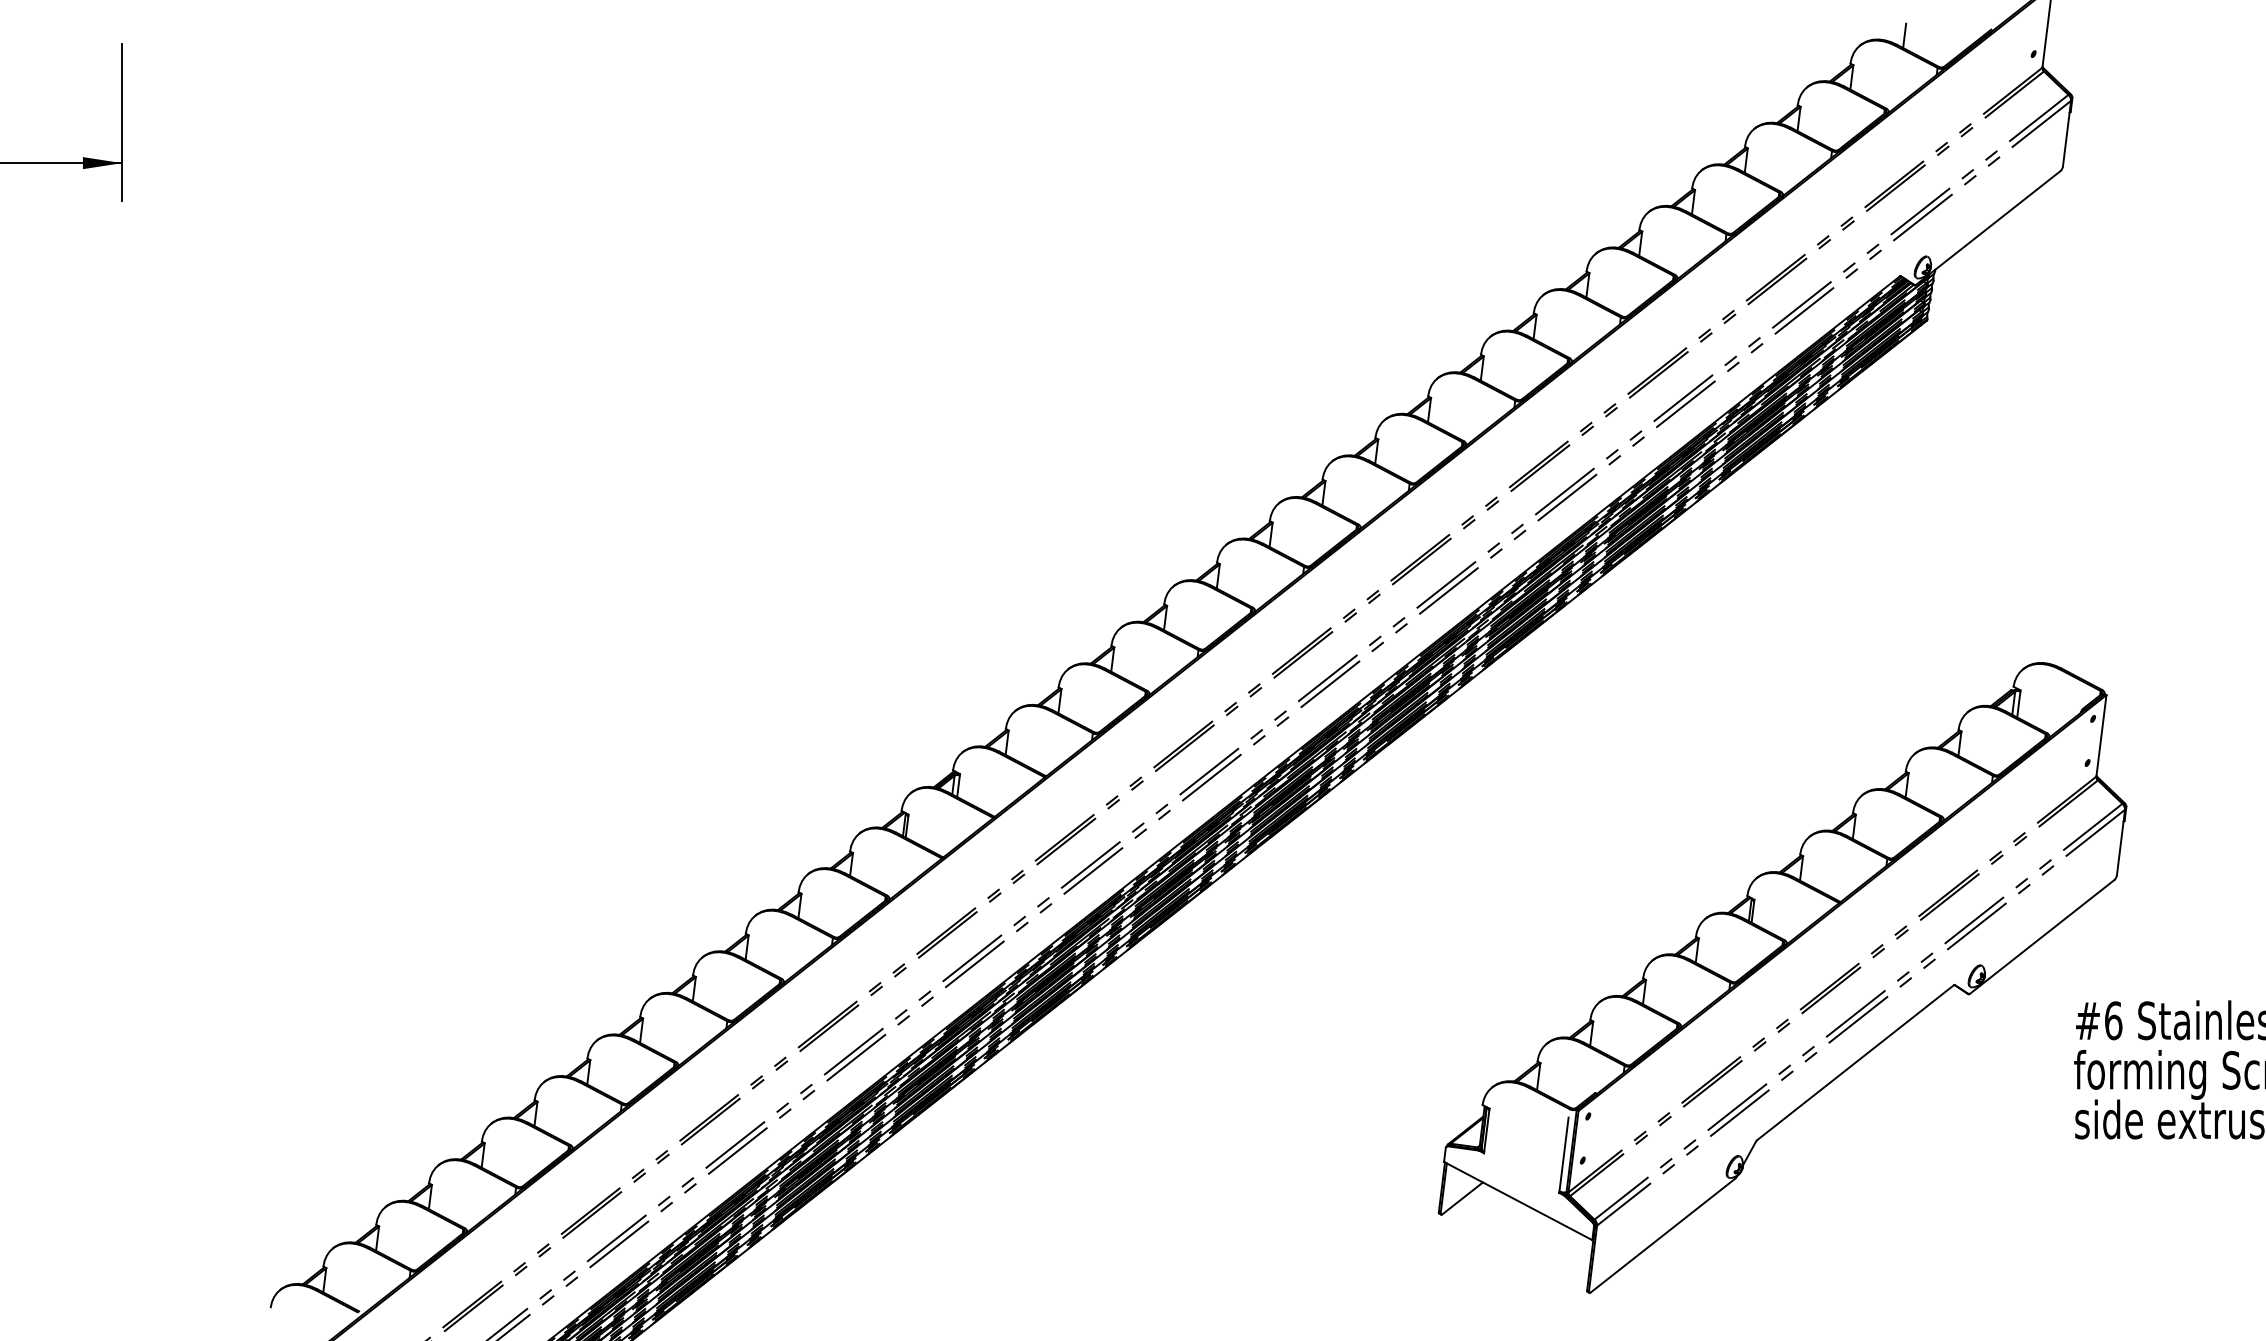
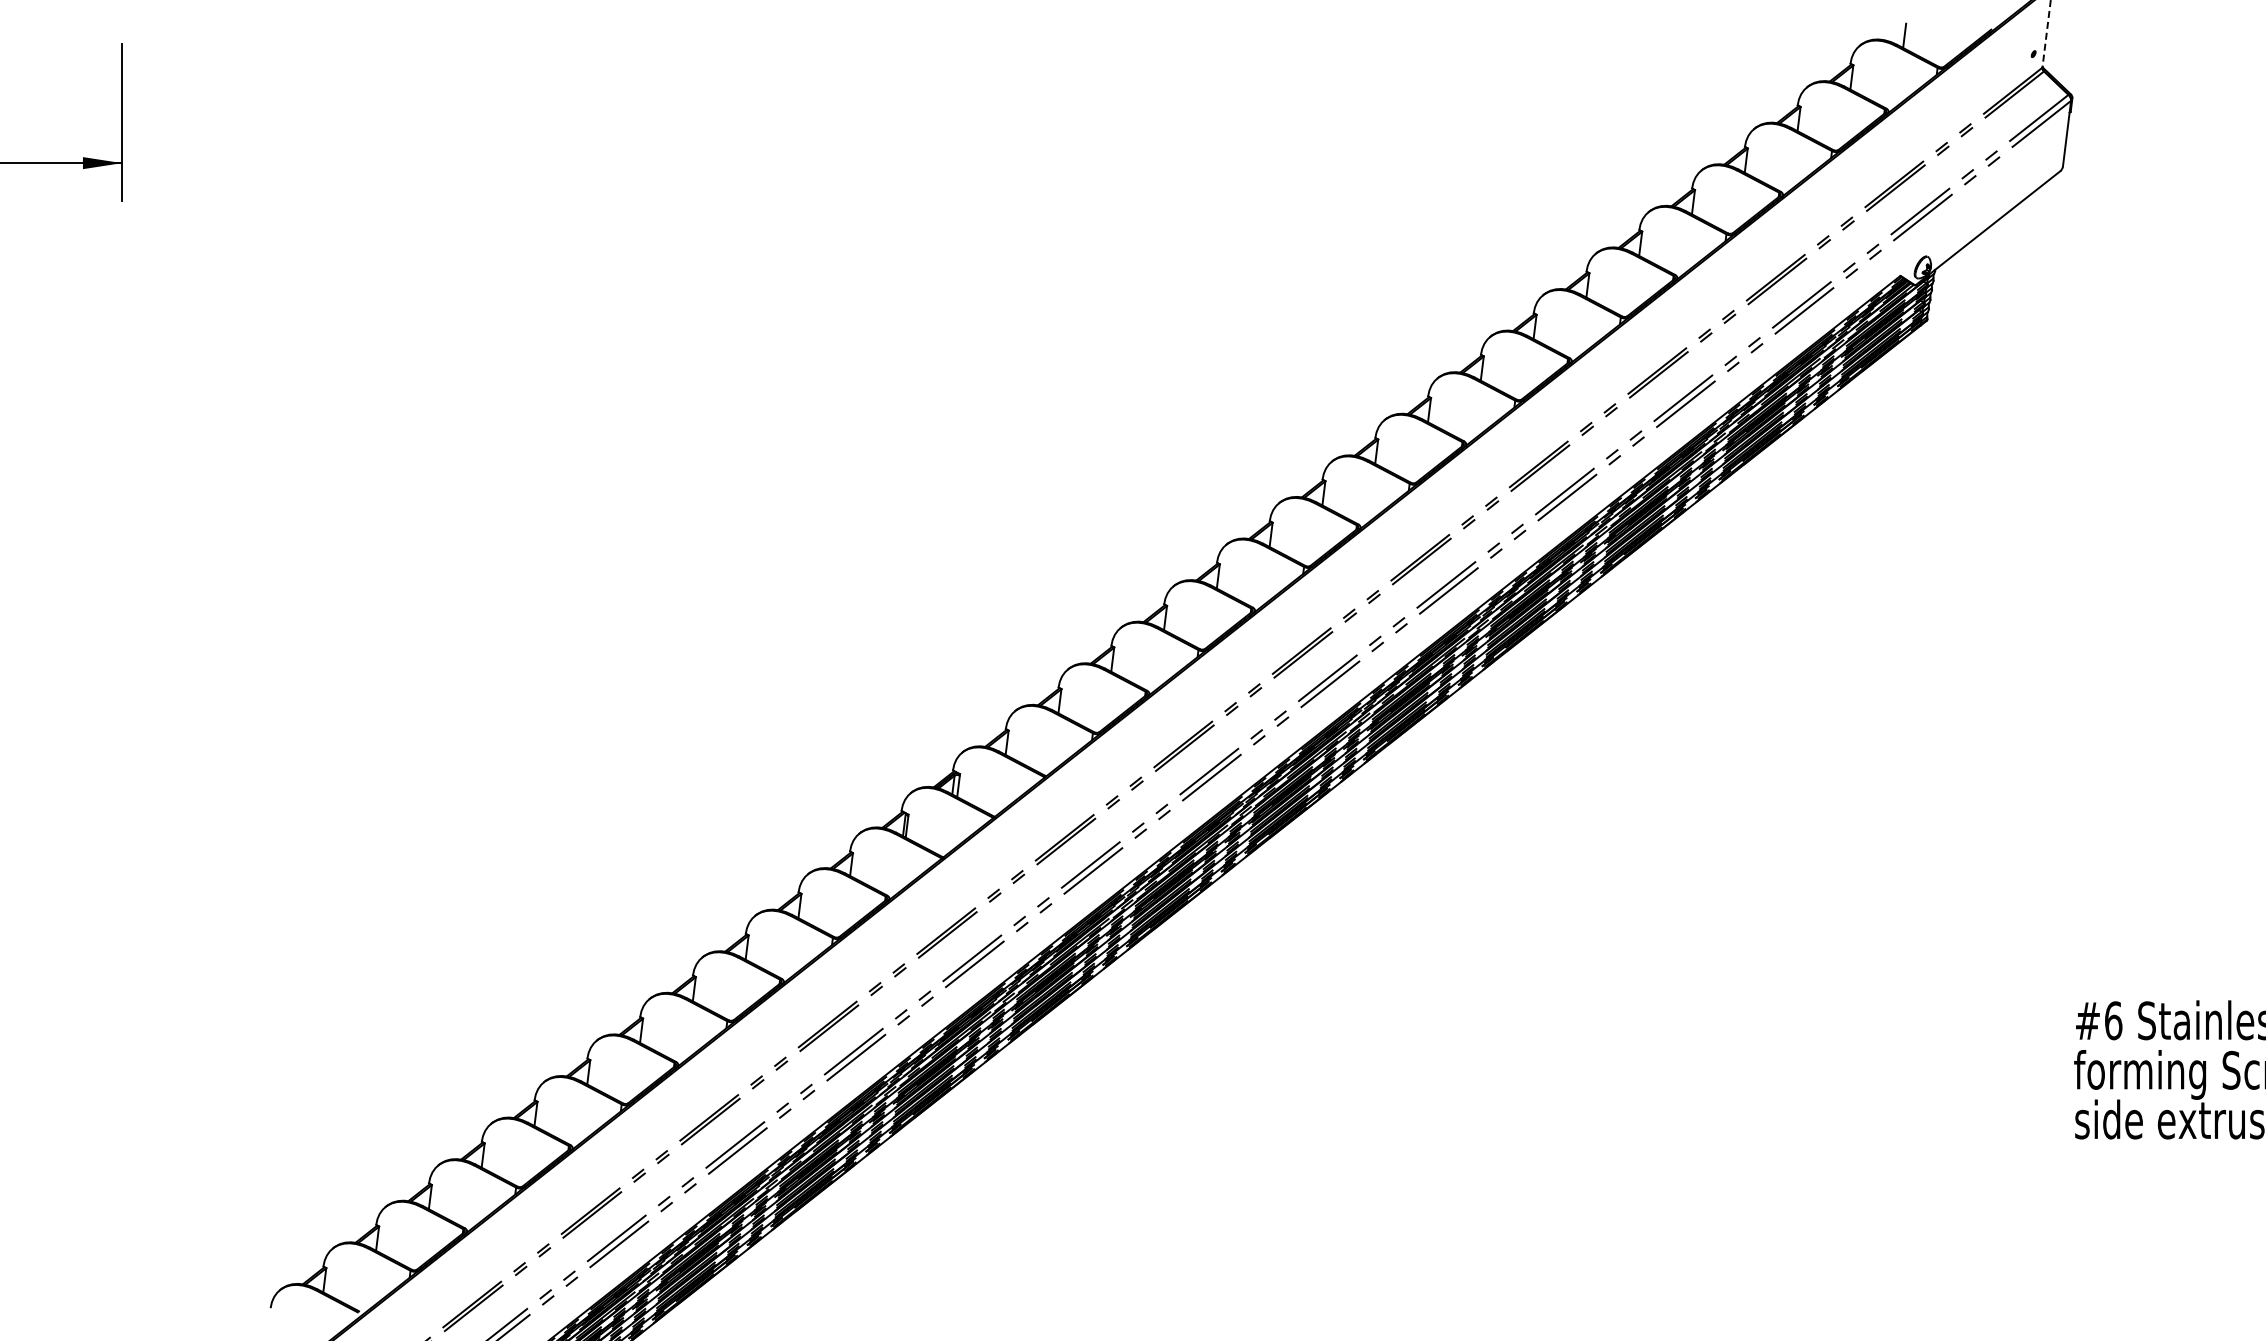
line at (2046, 34): solid -> dashed
part at (1782, 977): present -> none
